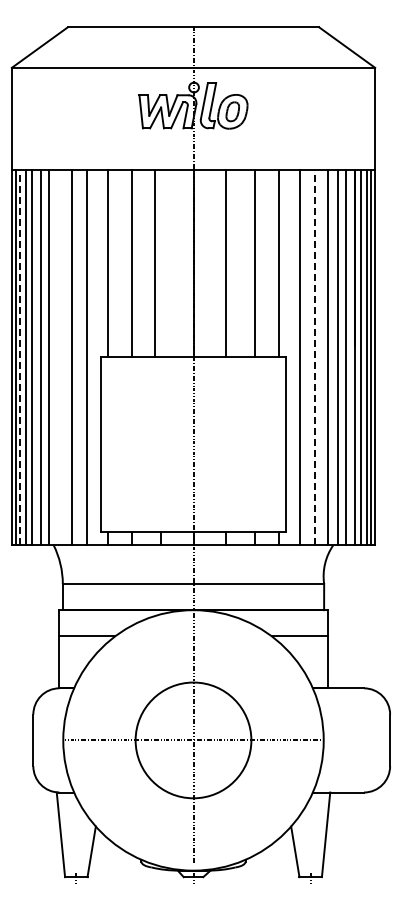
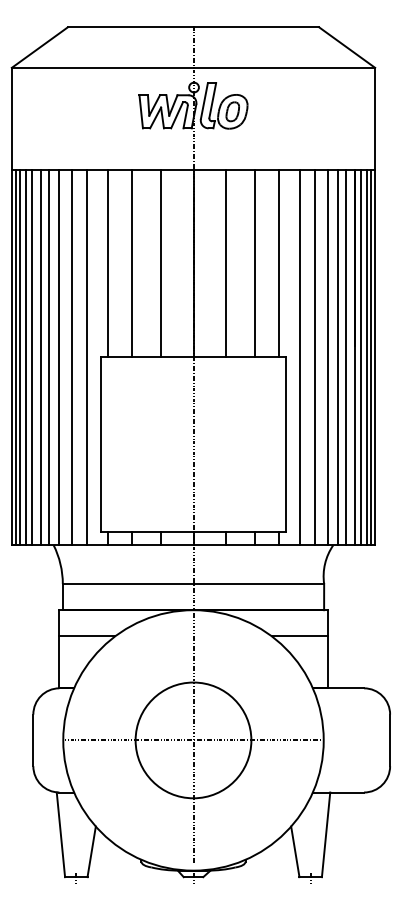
line at (154, 262) position: (154, 262) -> (160, 262)
line at (20, 357): dashed -> solid
line at (59, 357): none -> present
line at (314, 357): dashed -> solid
